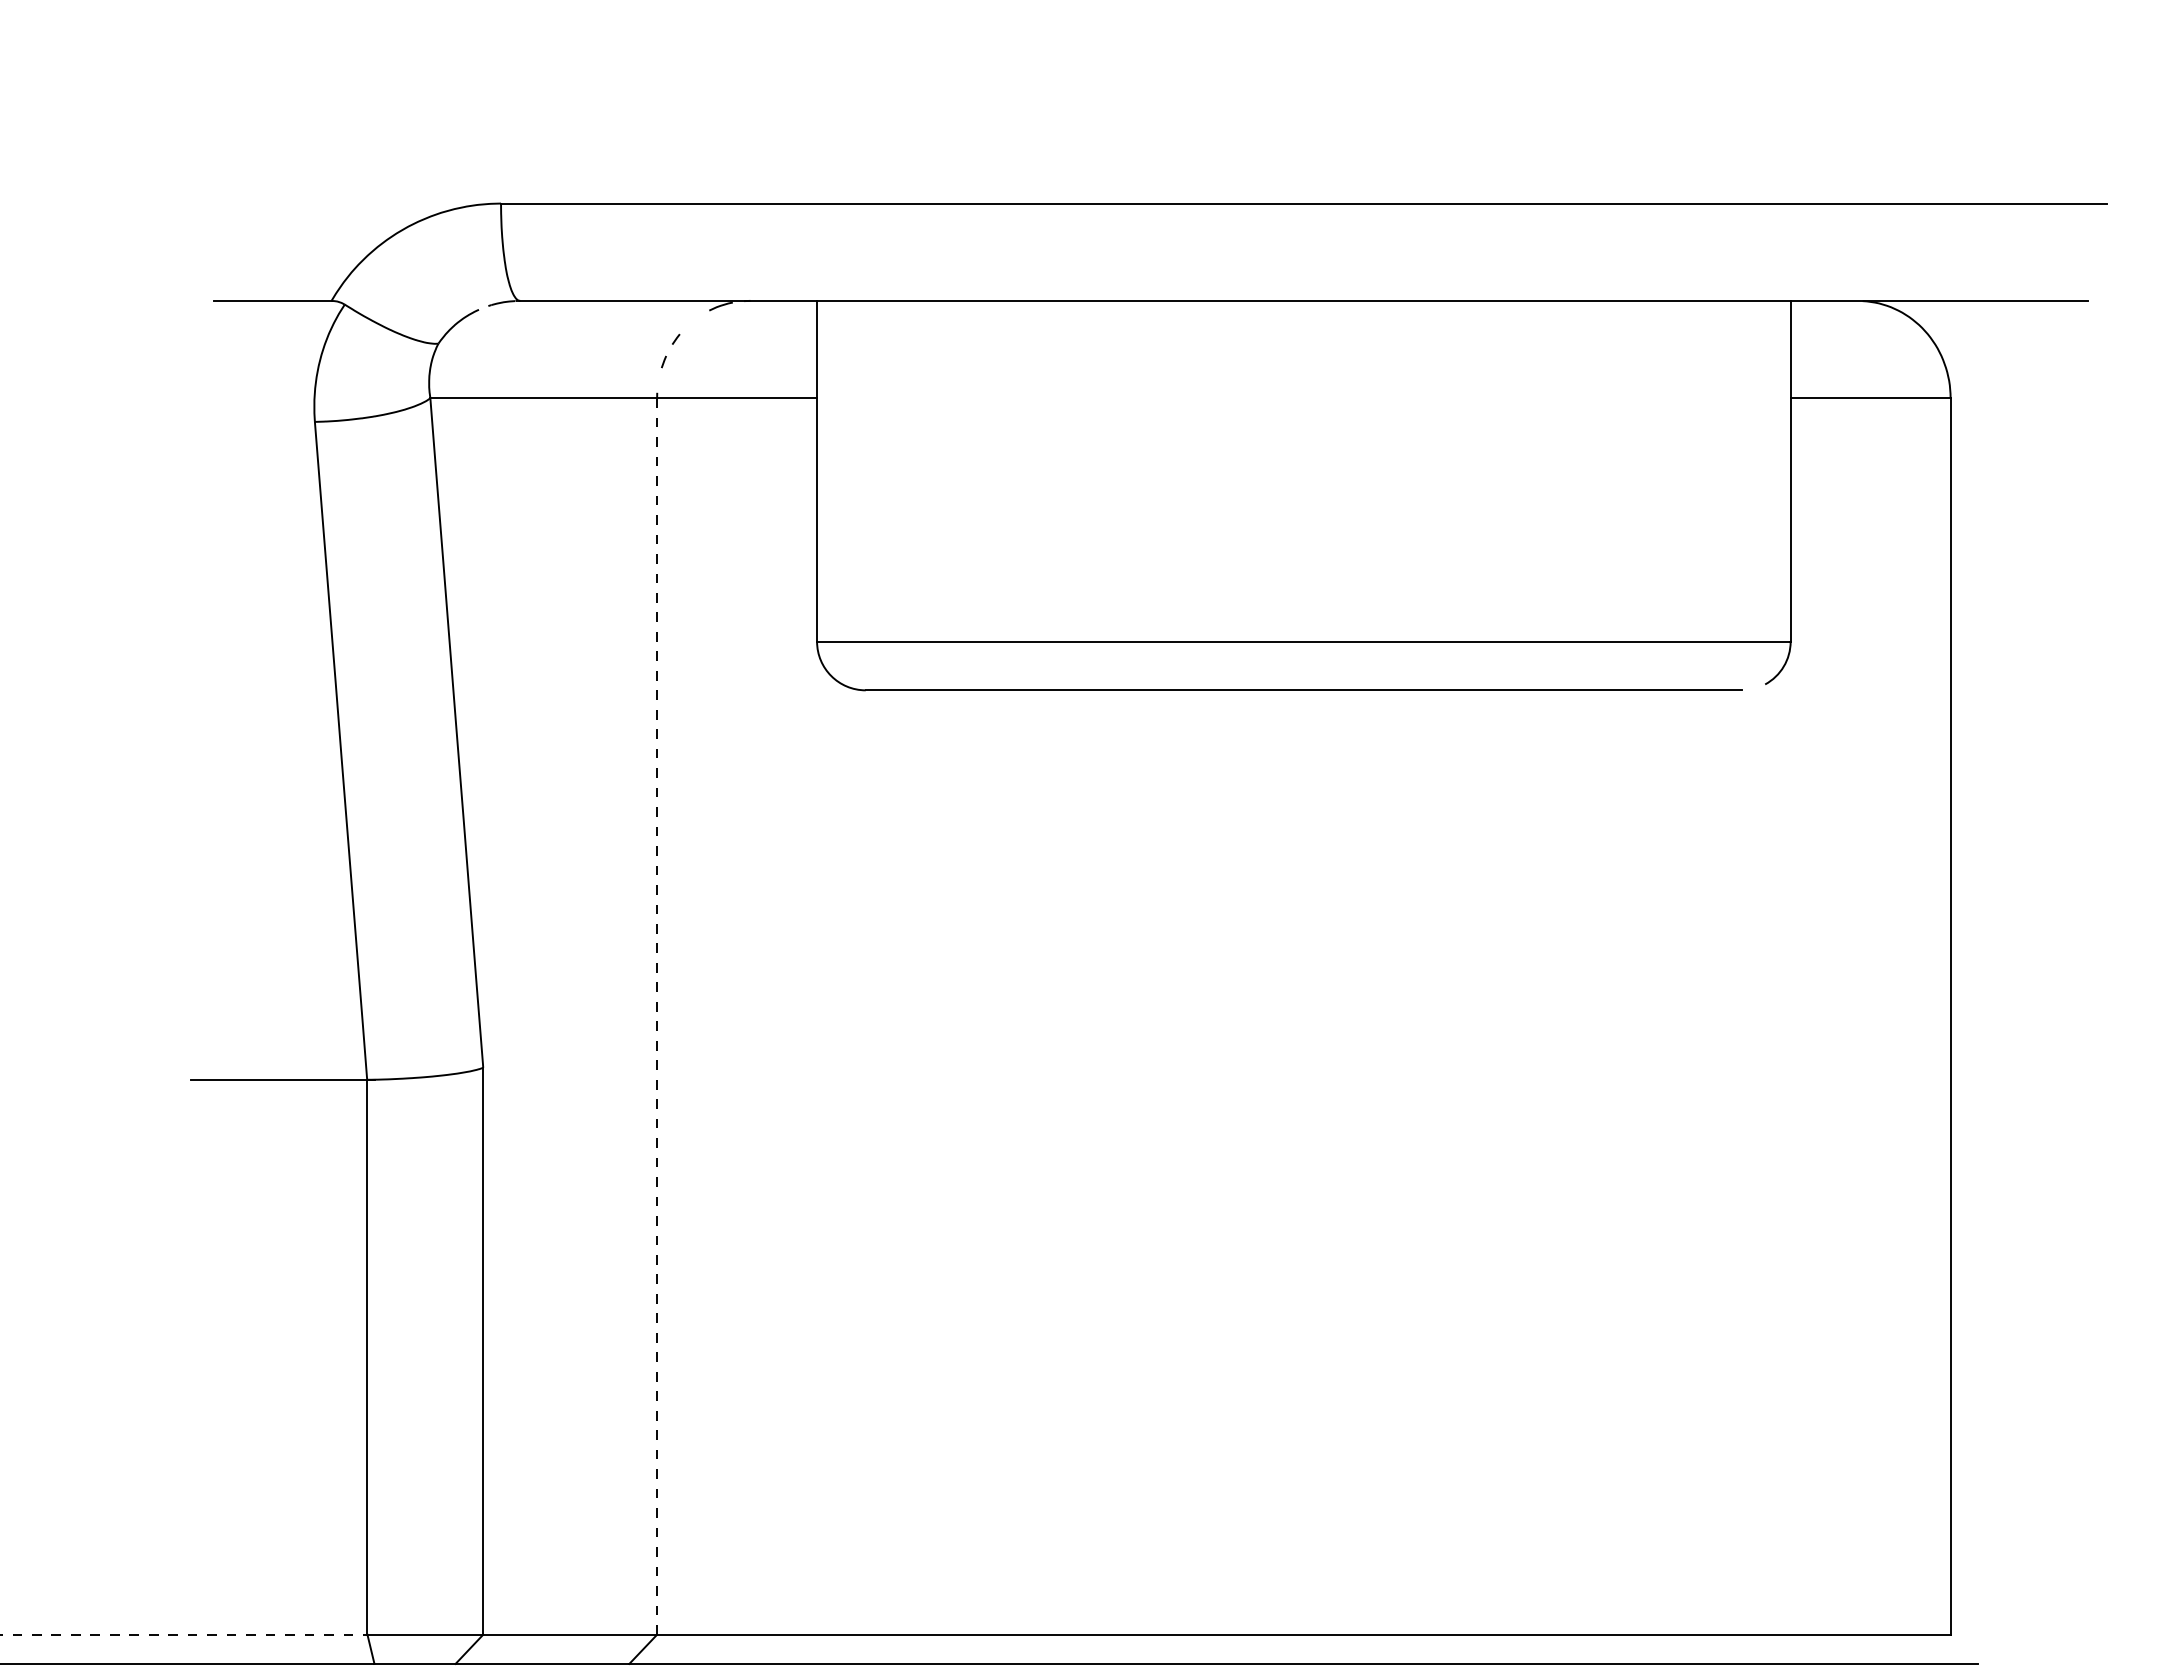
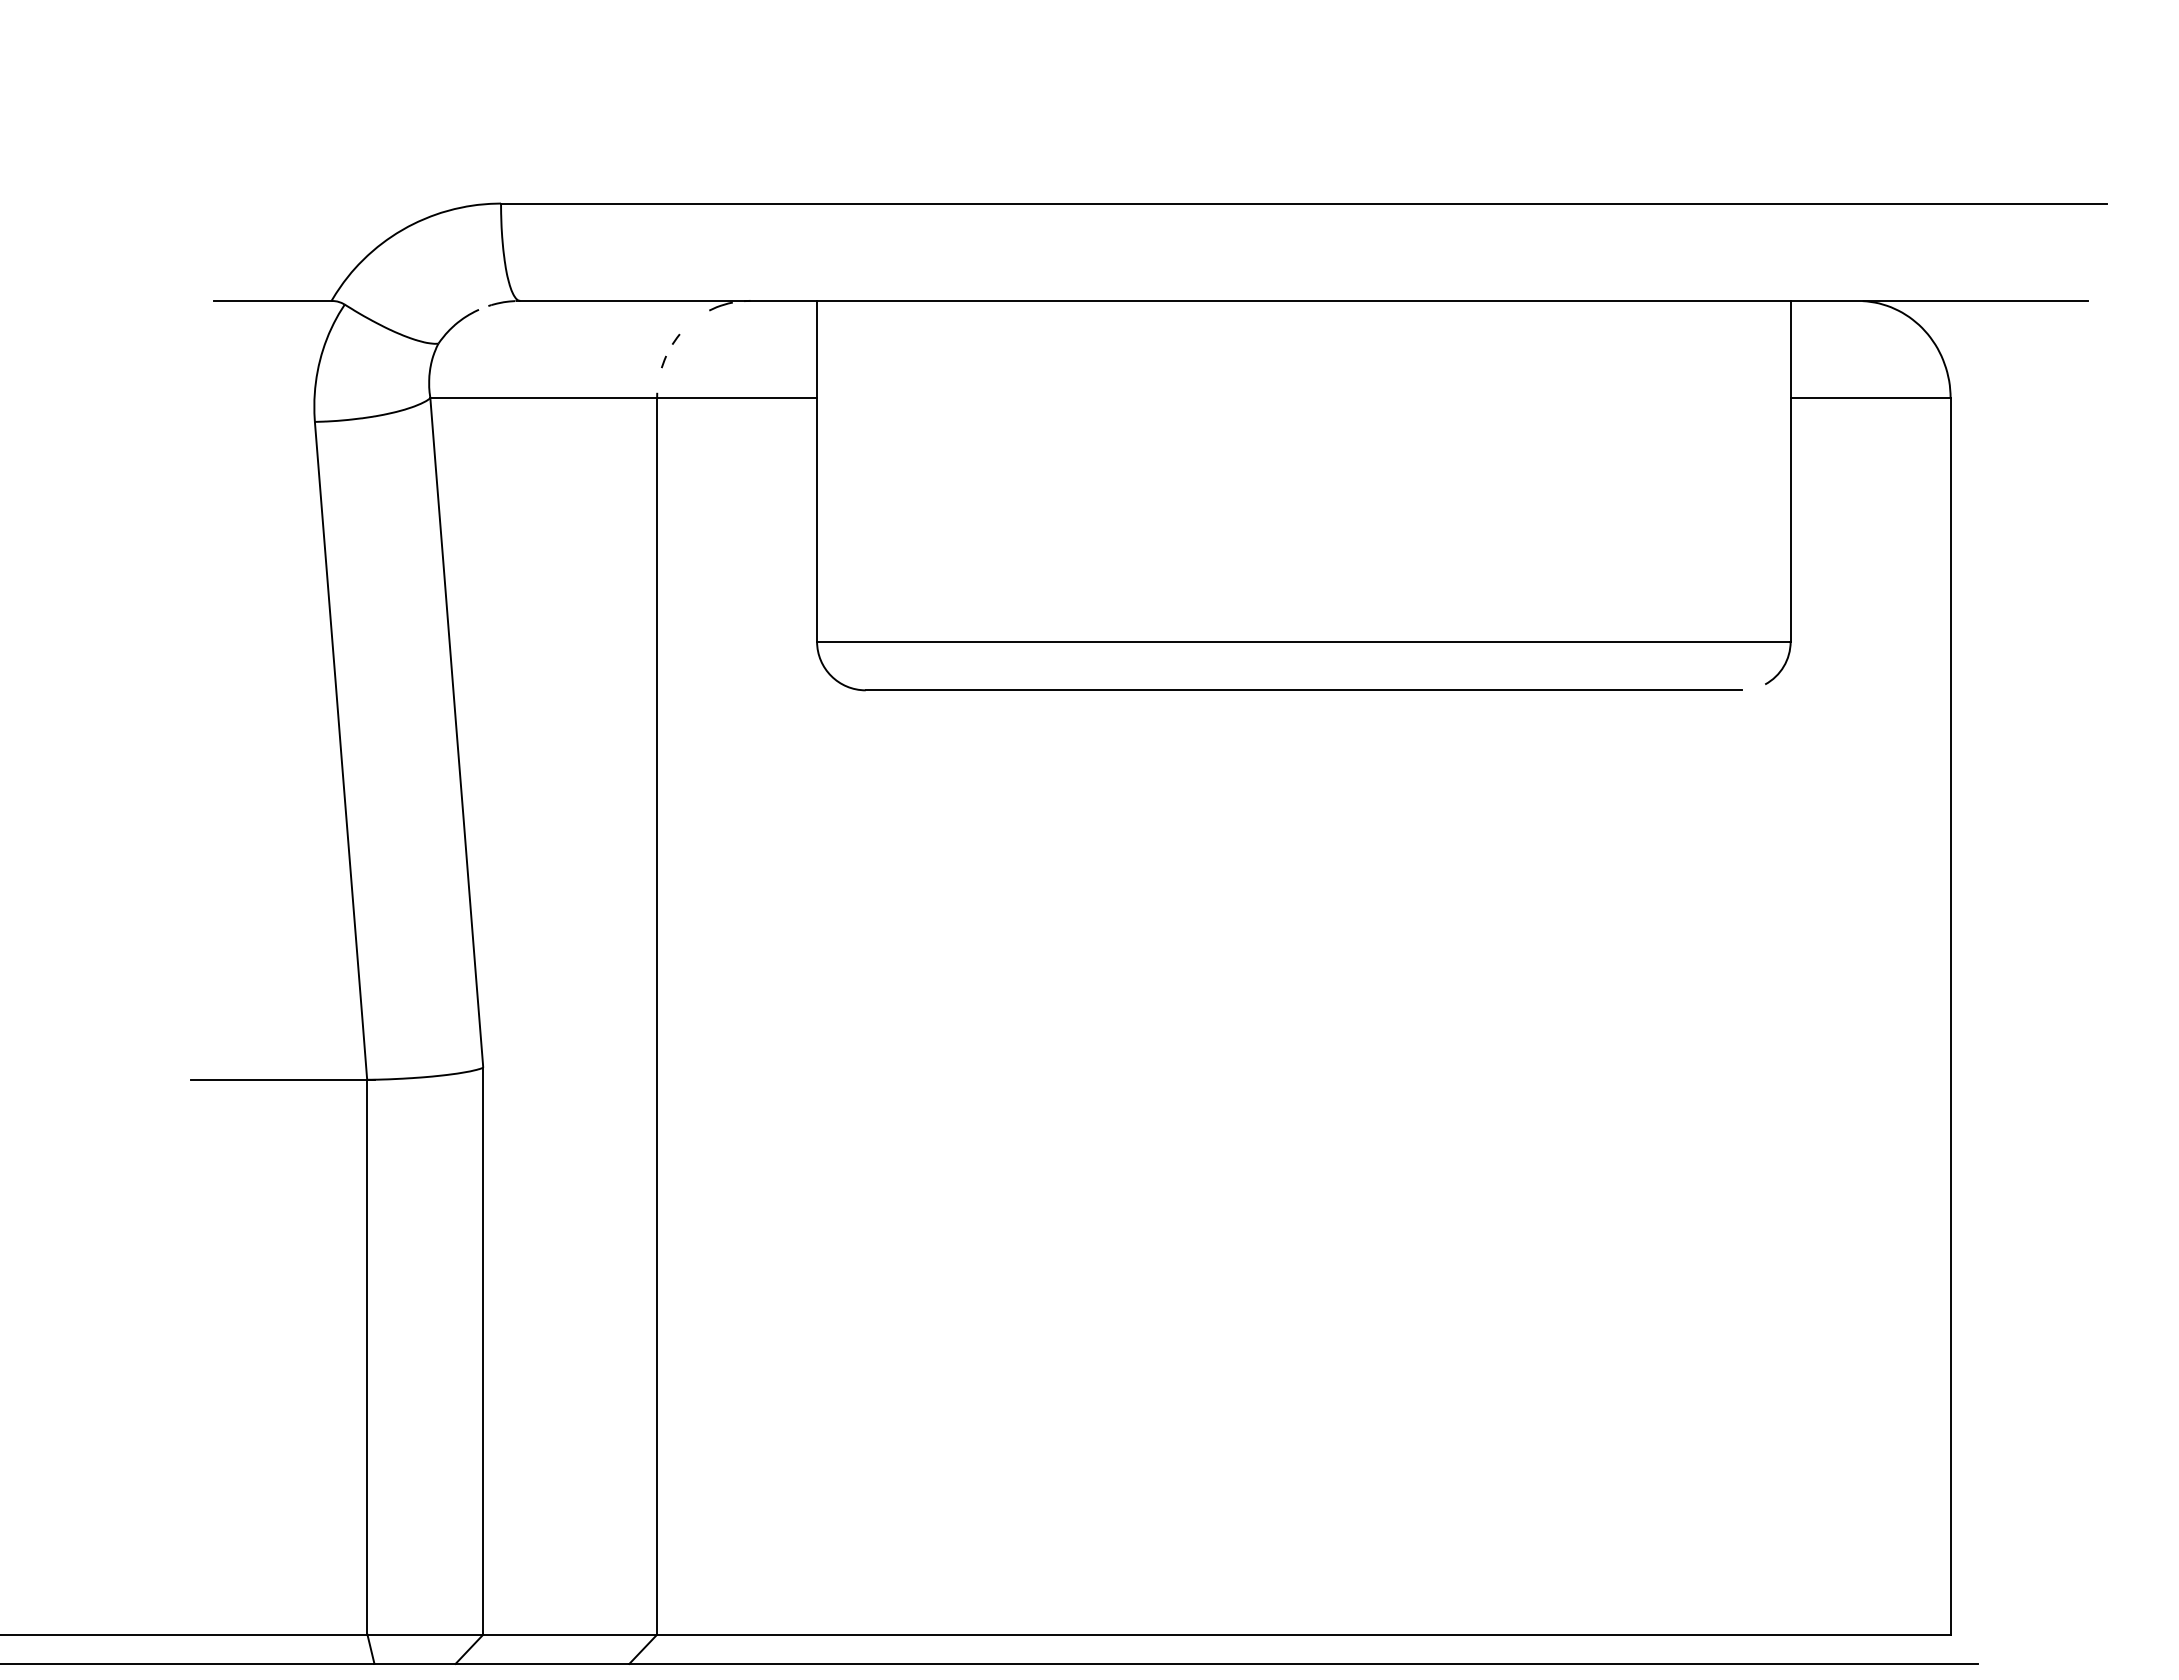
line at (657, 1016): dashed -> solid
line at (184, 1634): dashed -> solid
